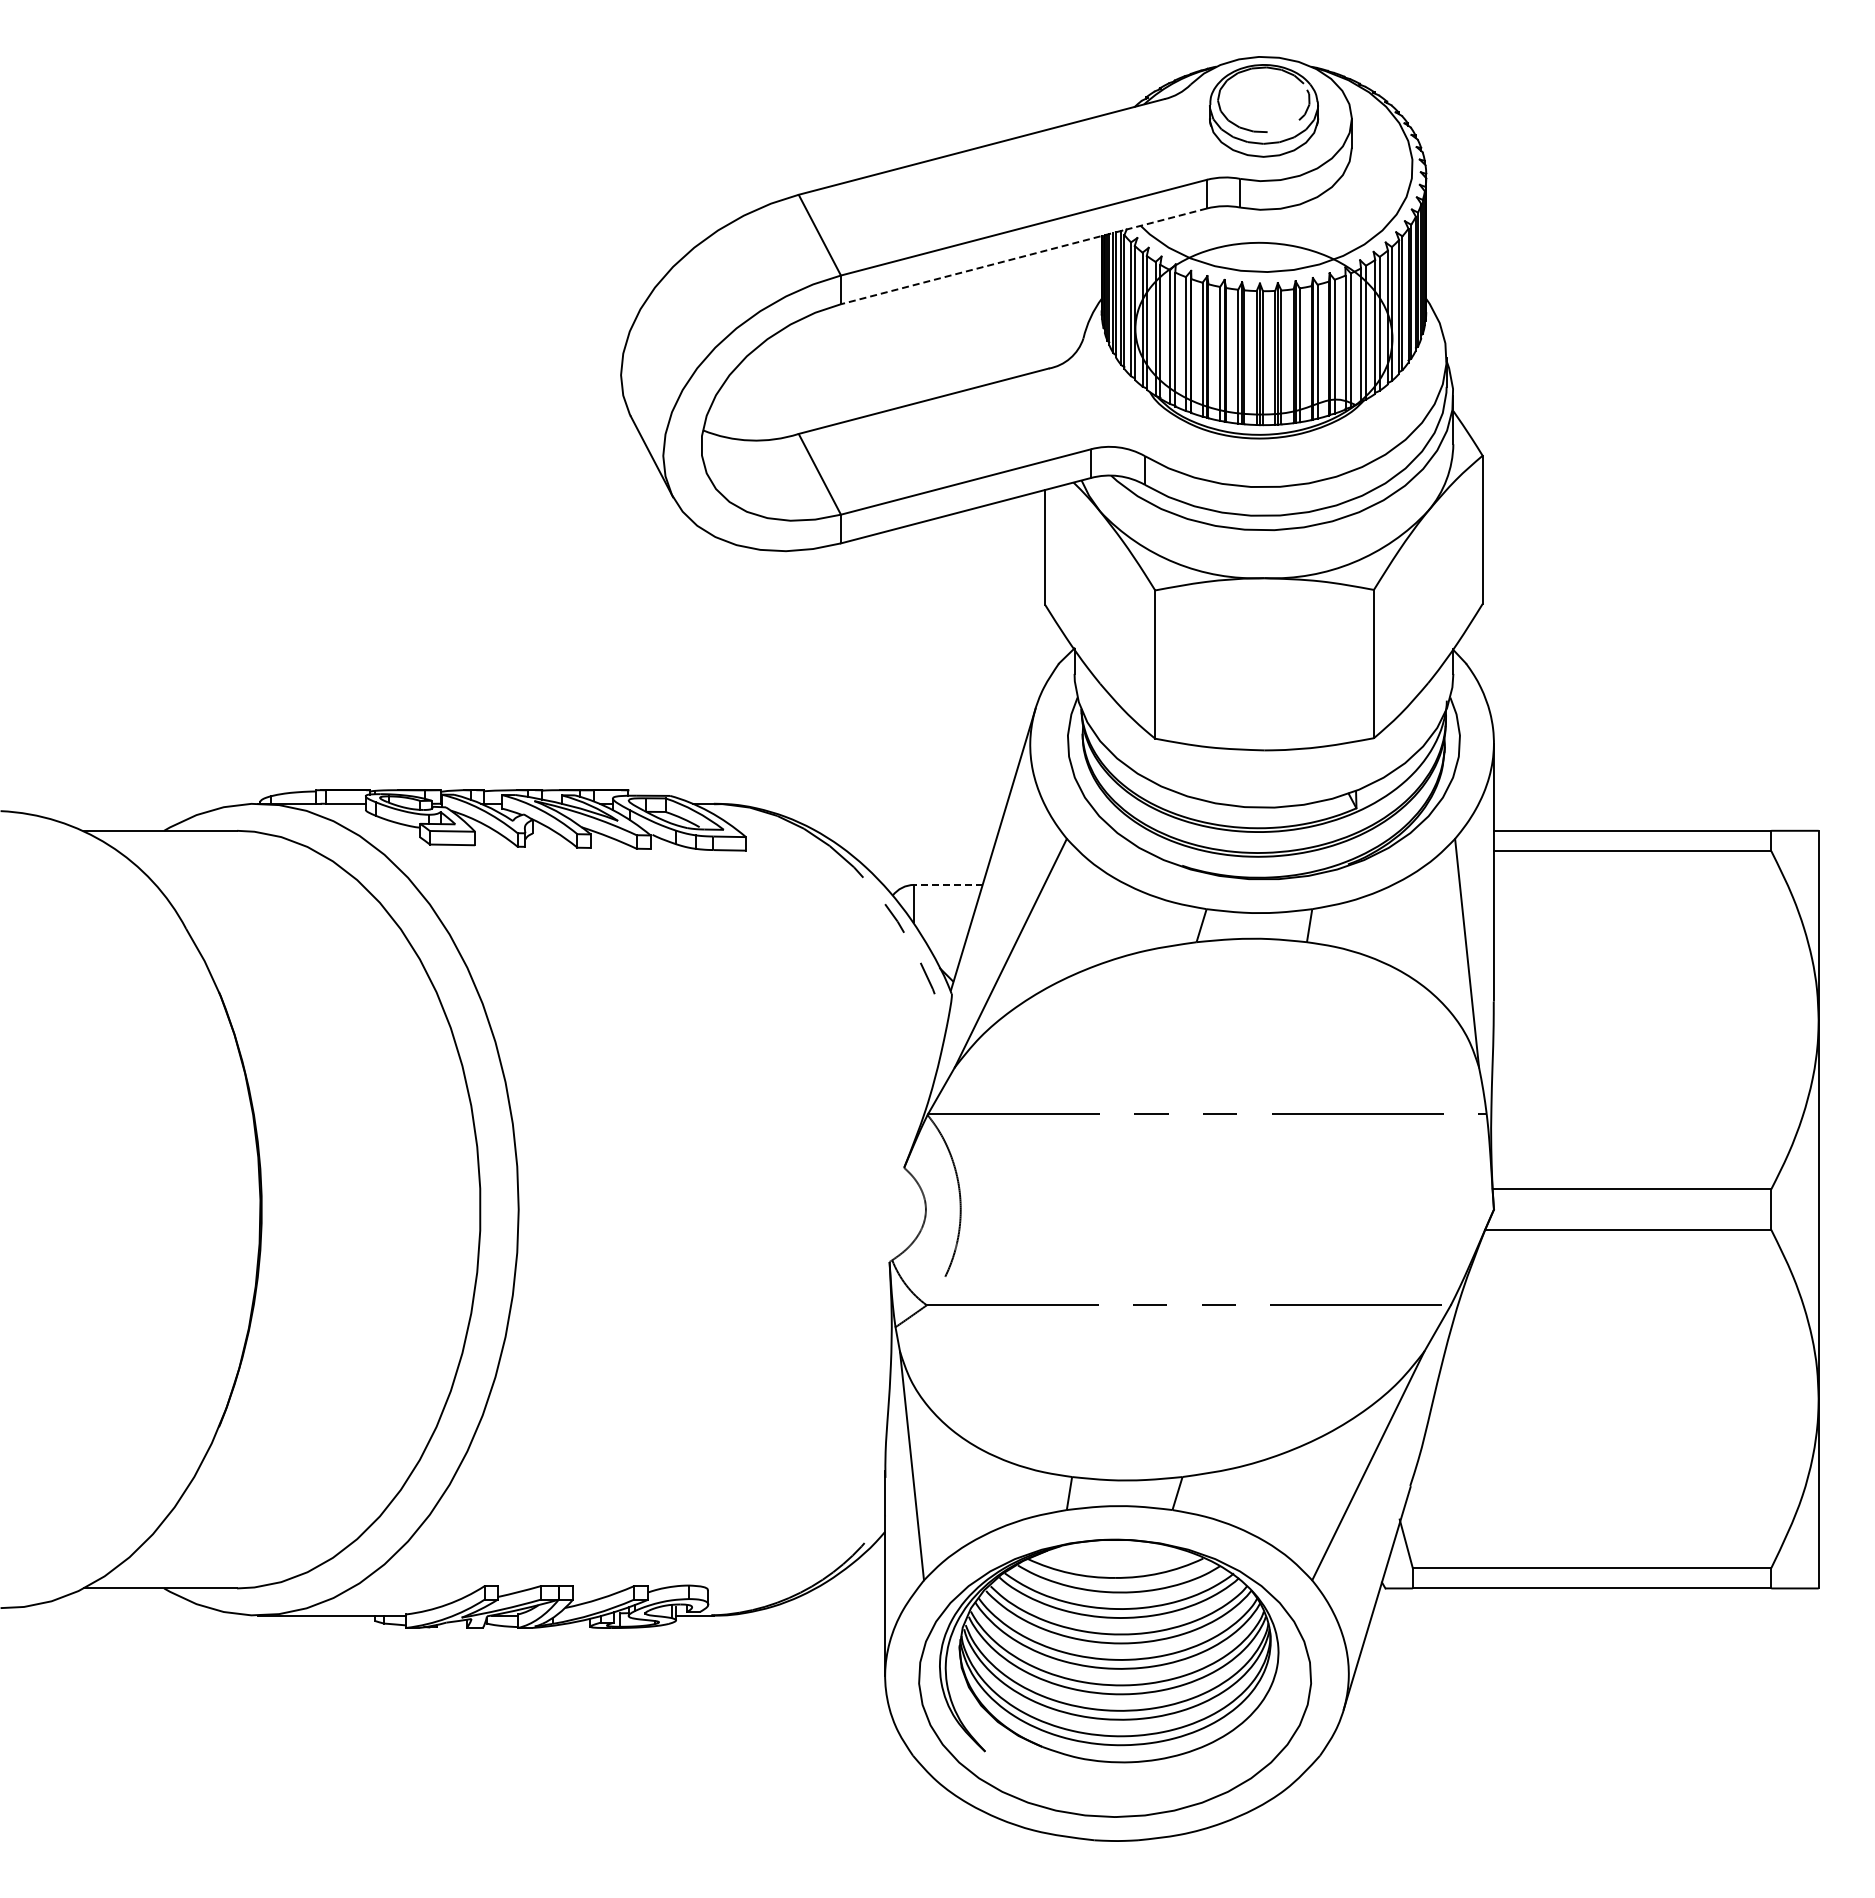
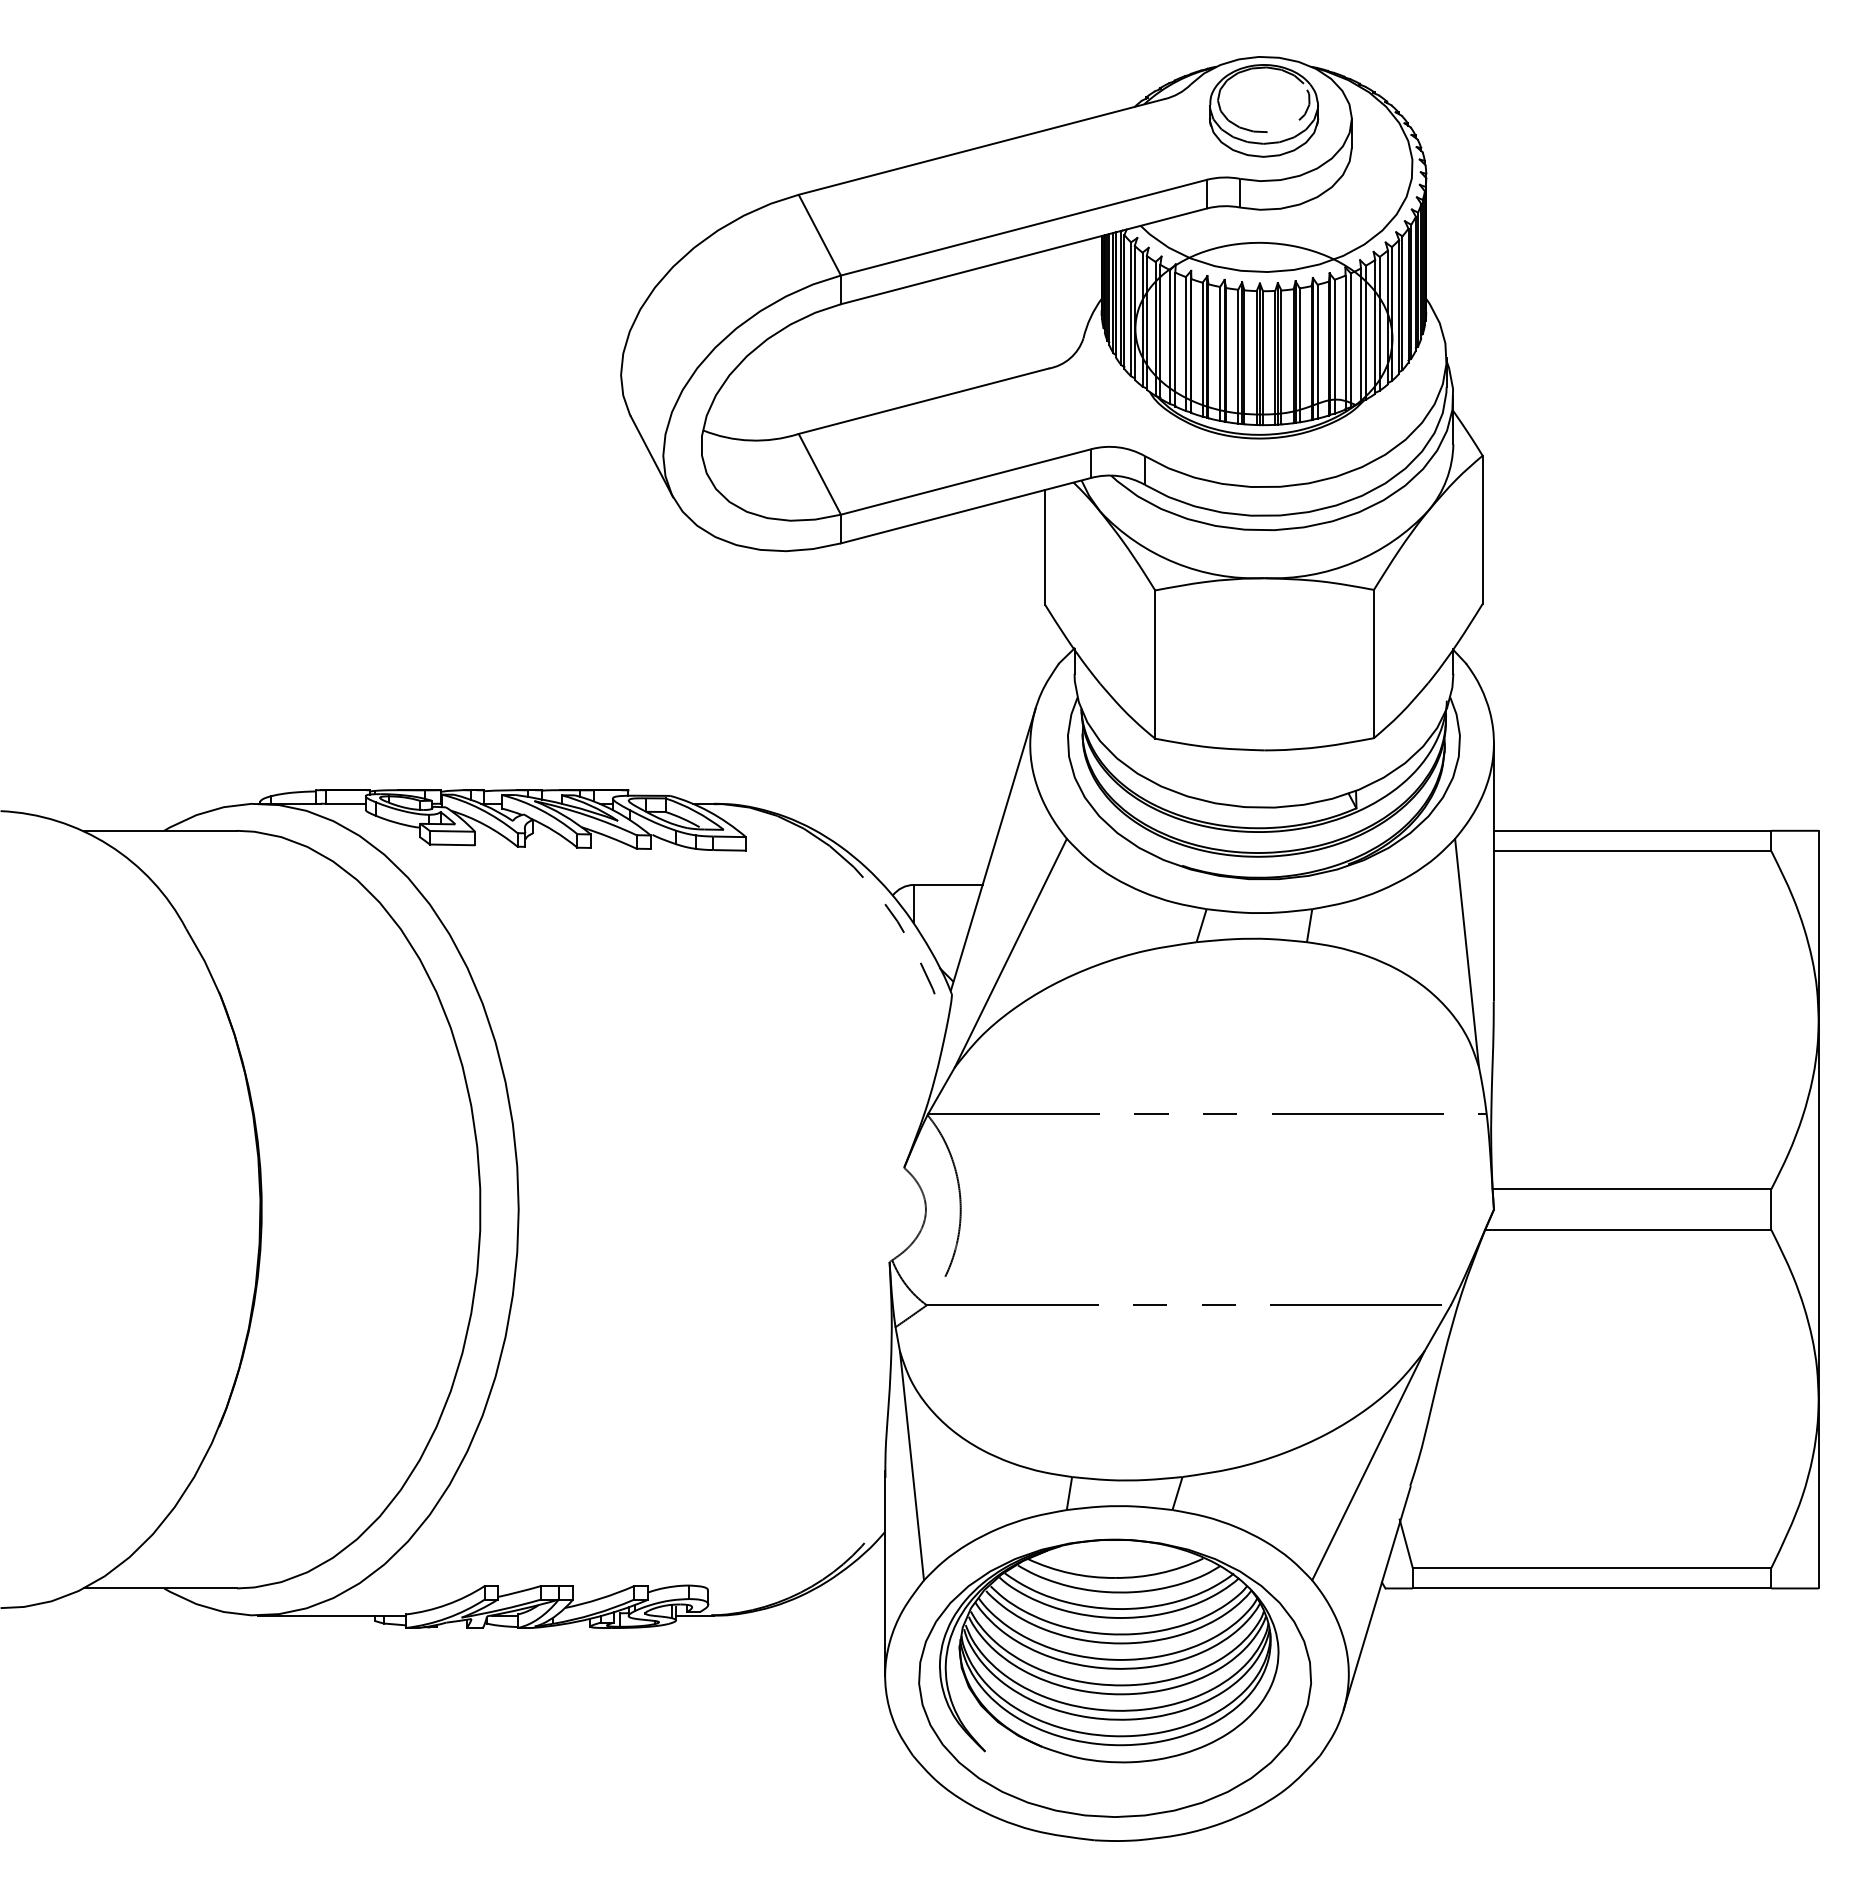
line at (1023, 256): dashed -> solid
line at (947, 884): dashed -> solid
